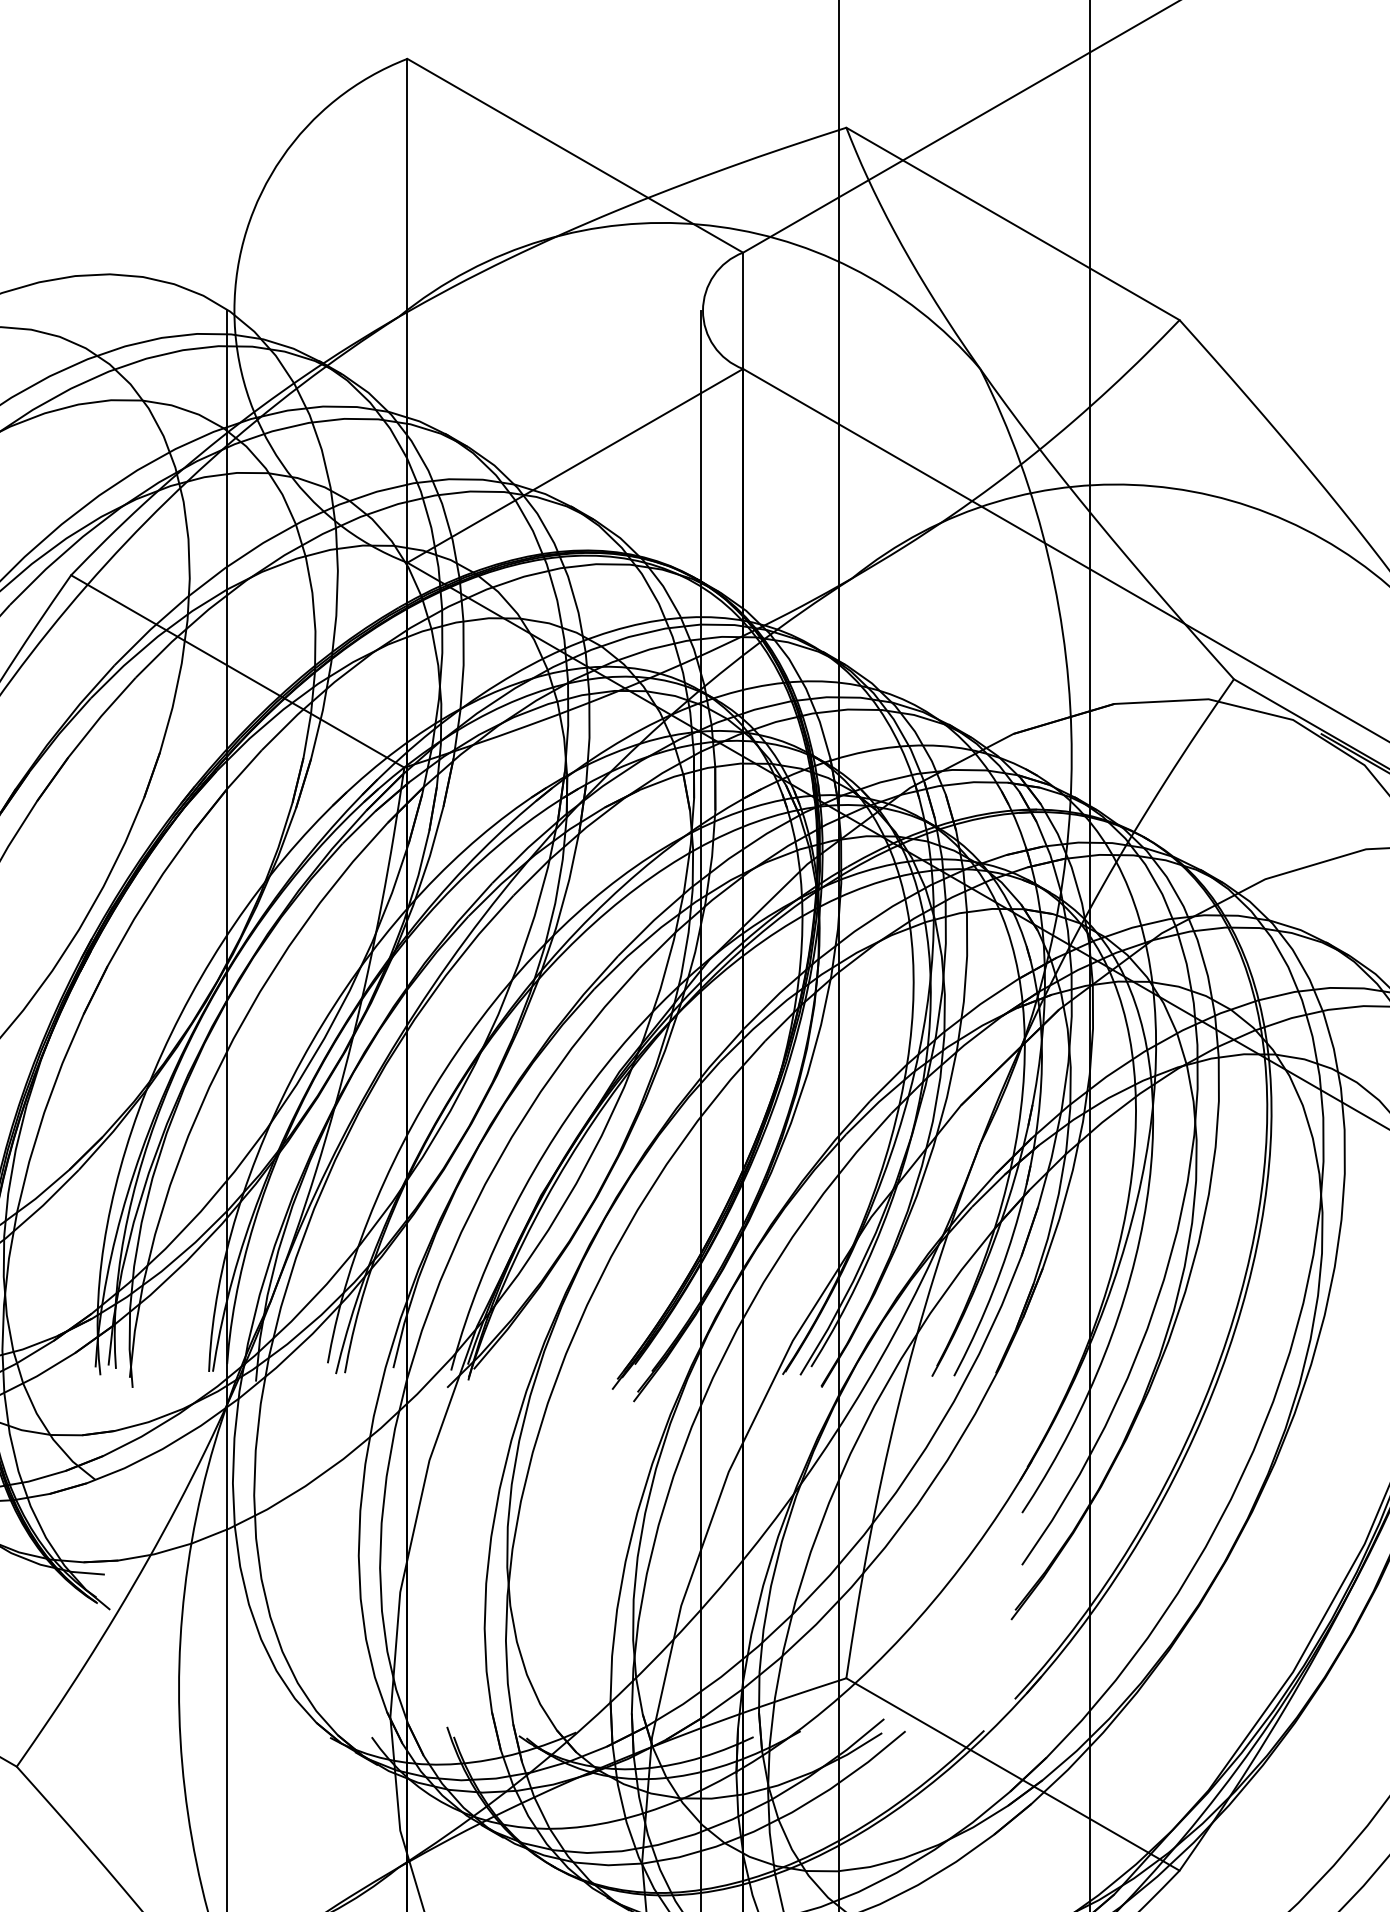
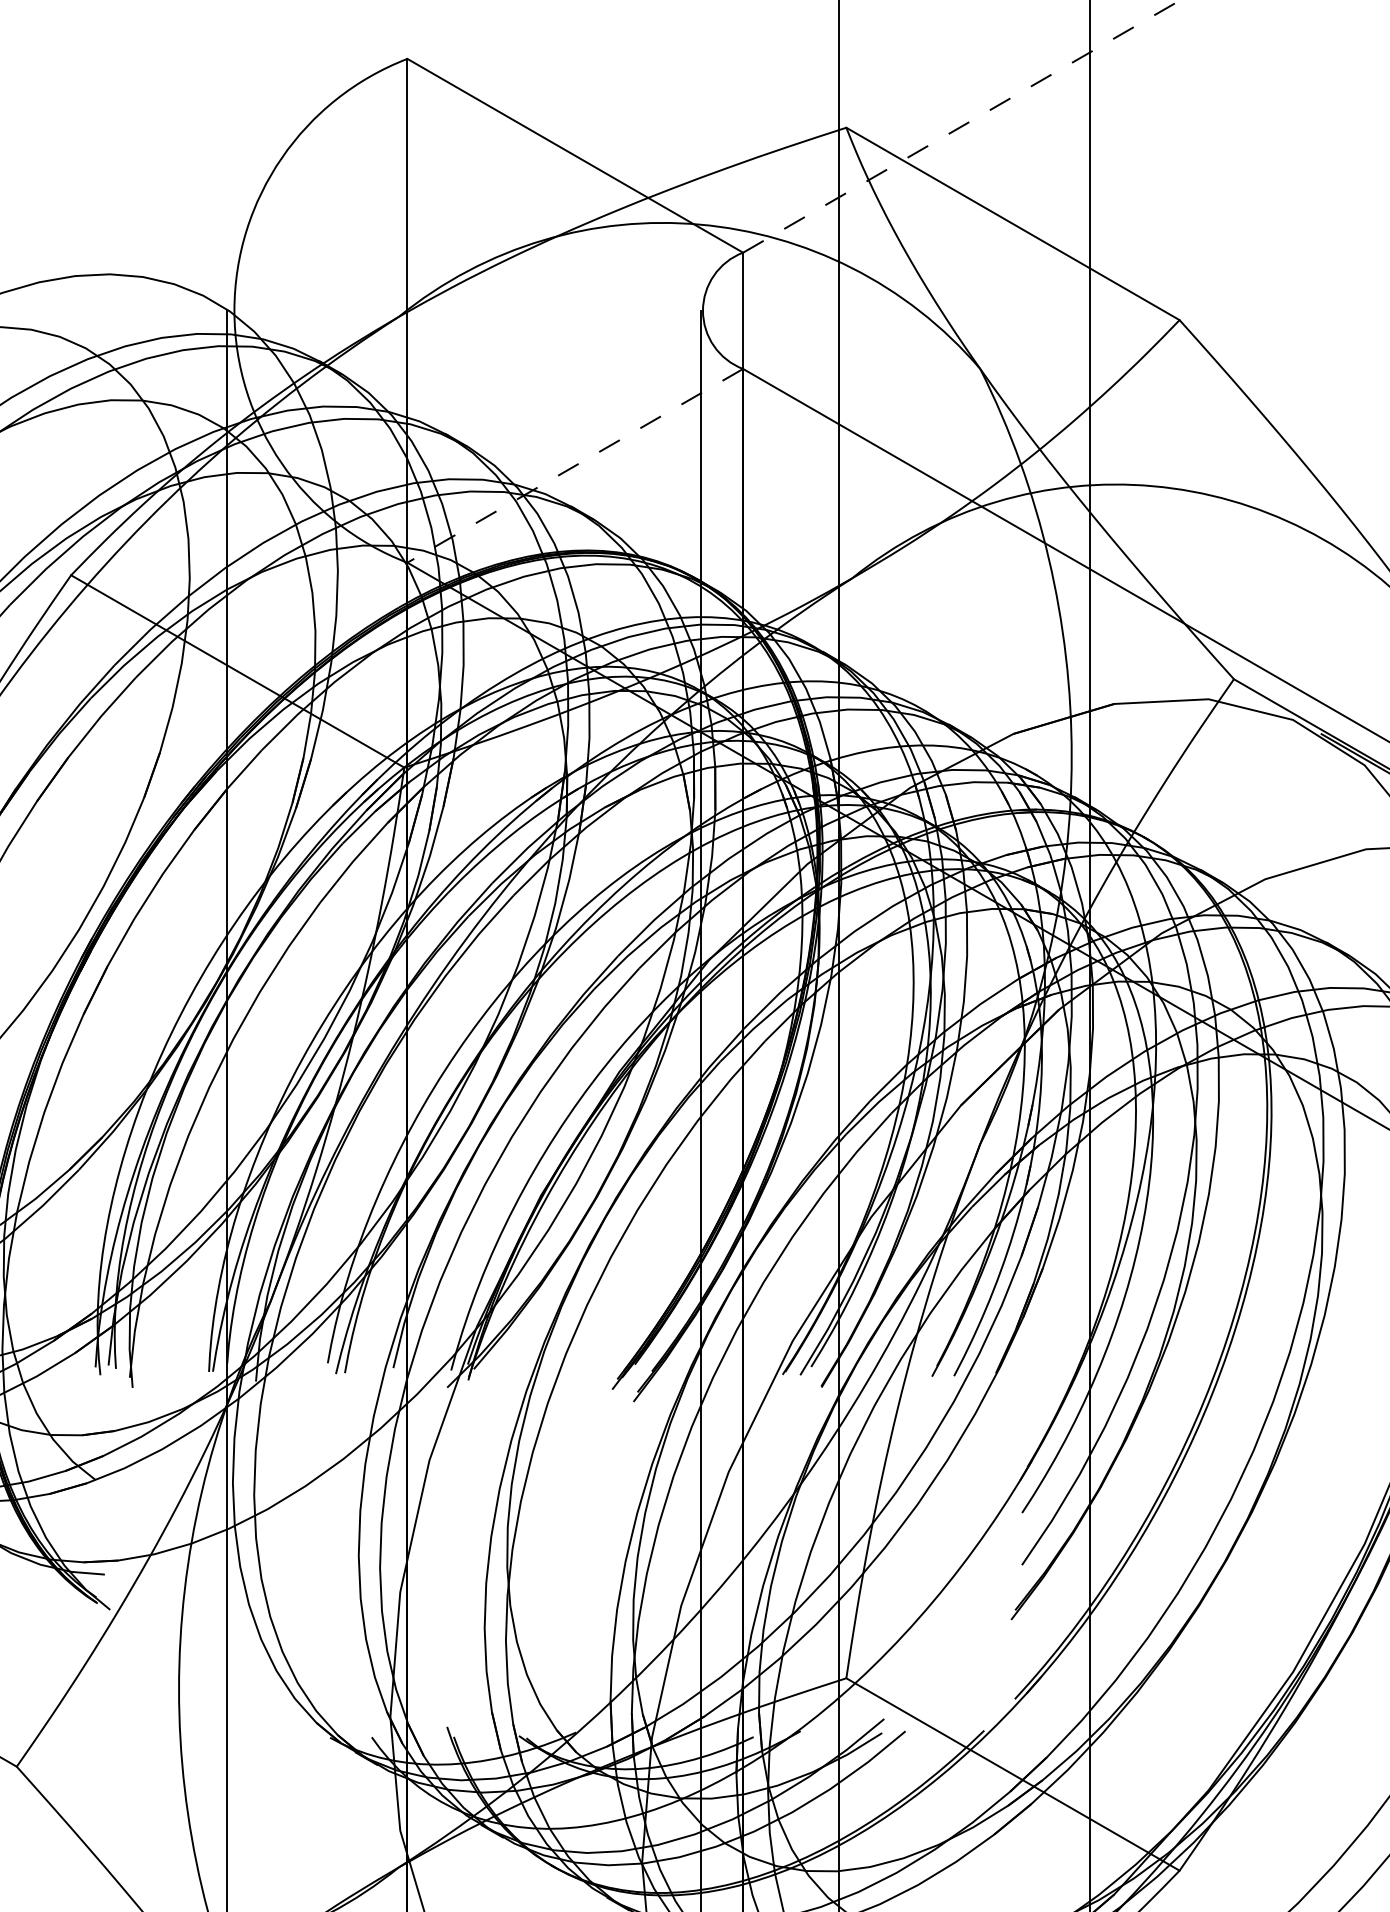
line at (962, 126): solid -> dashed
line at (575, 465): solid -> dashed
